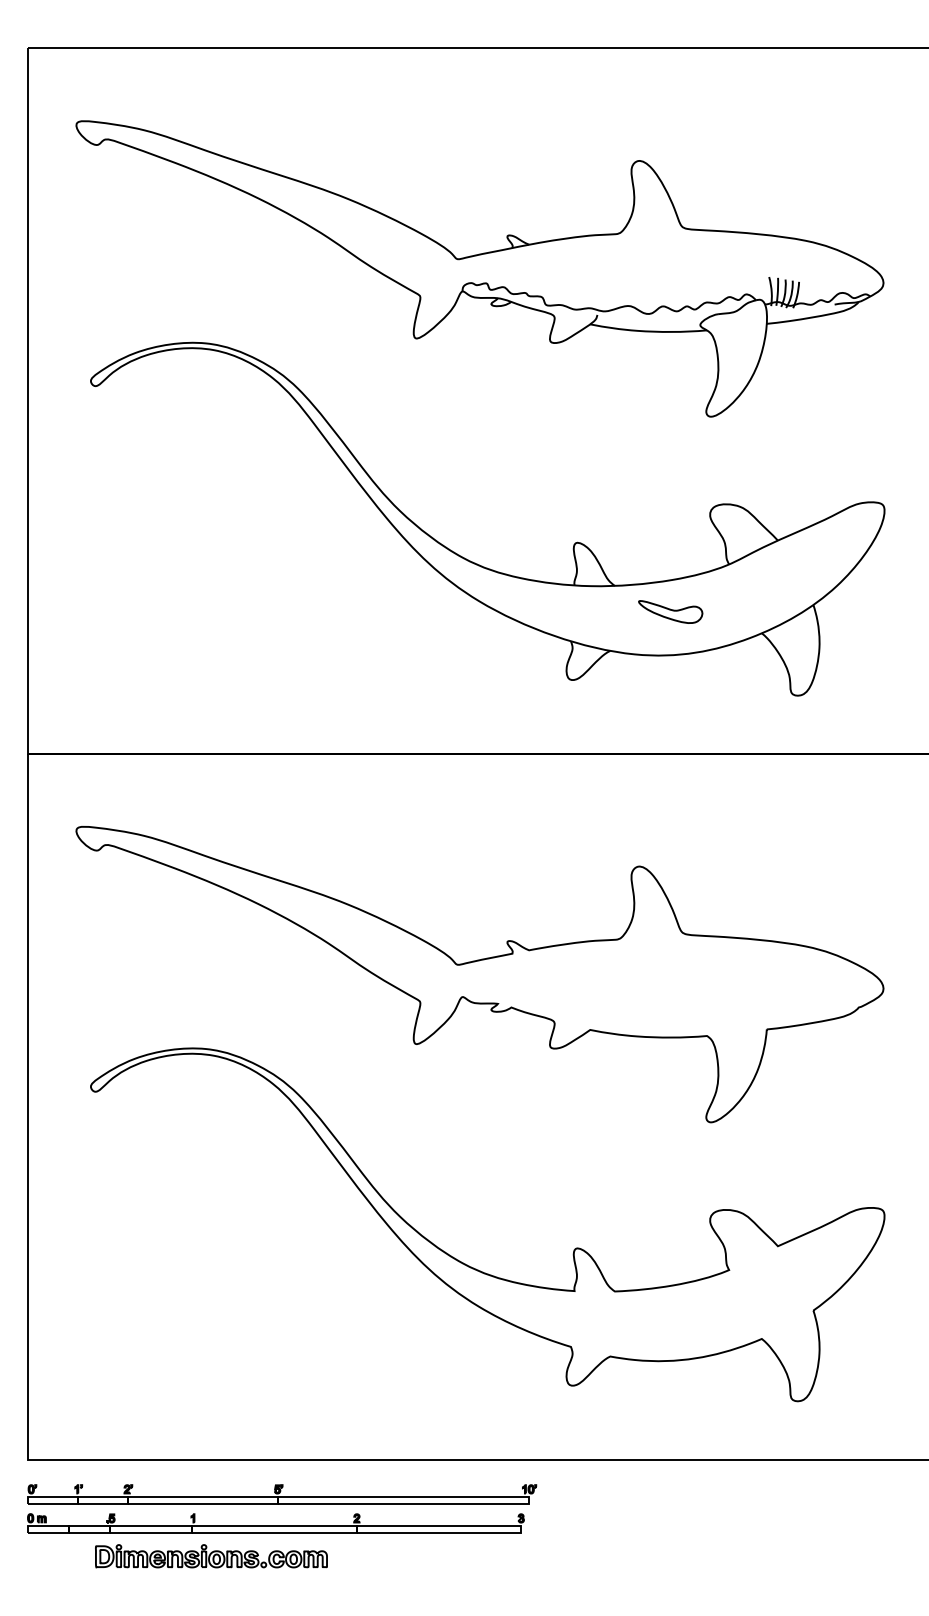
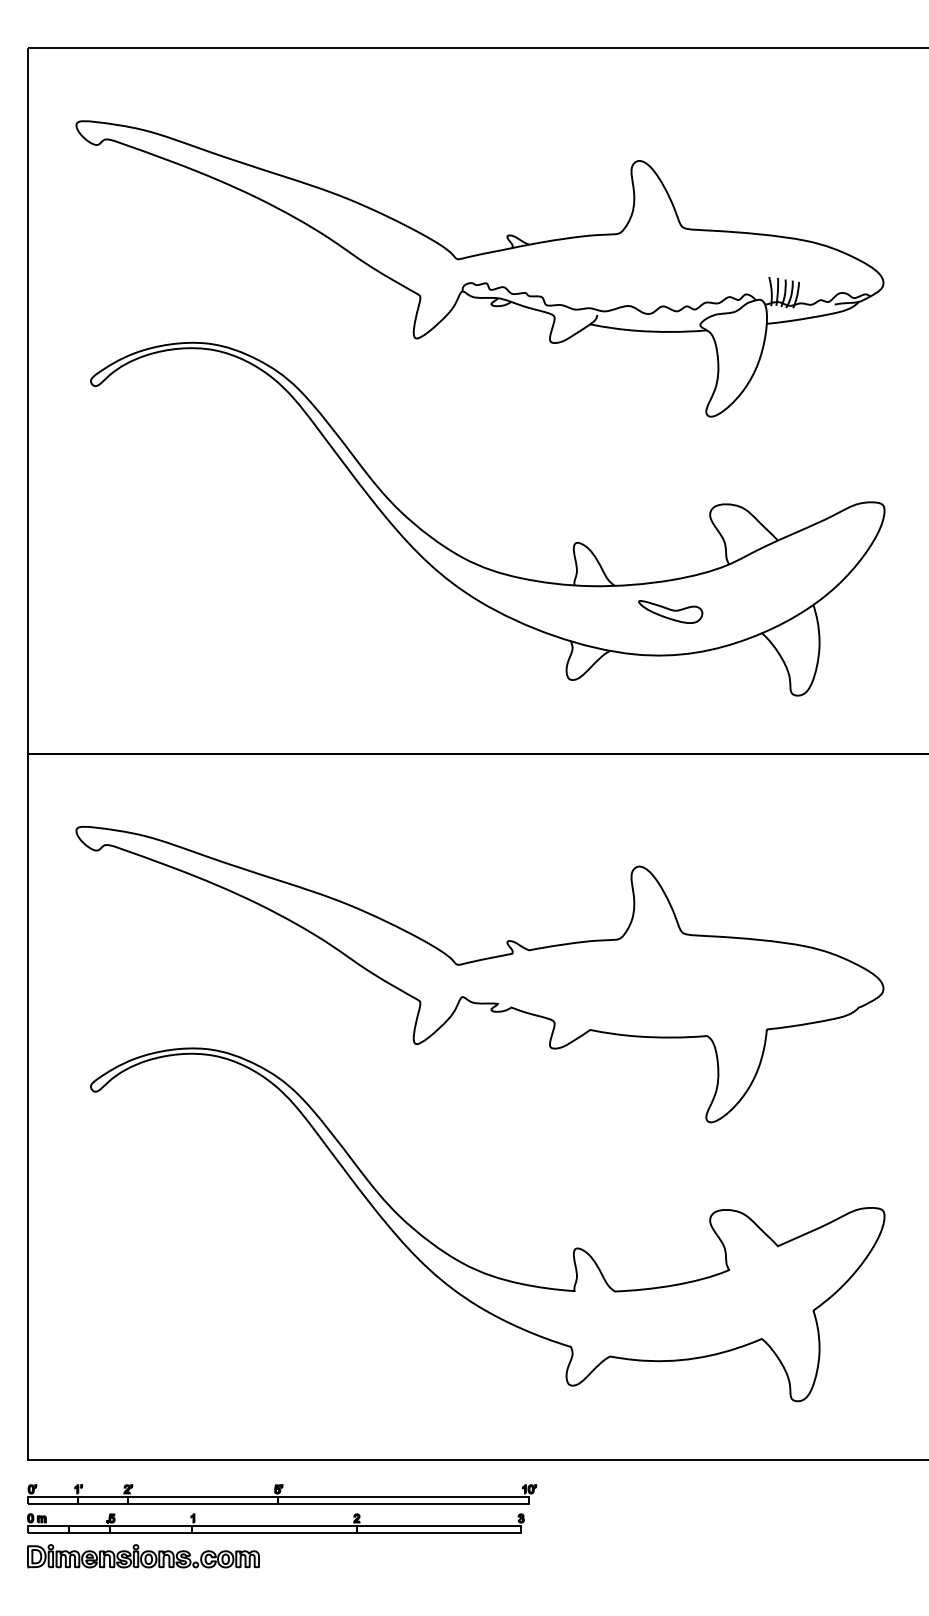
part at (211, 1556) position: (211, 1556) -> (143, 1556)
